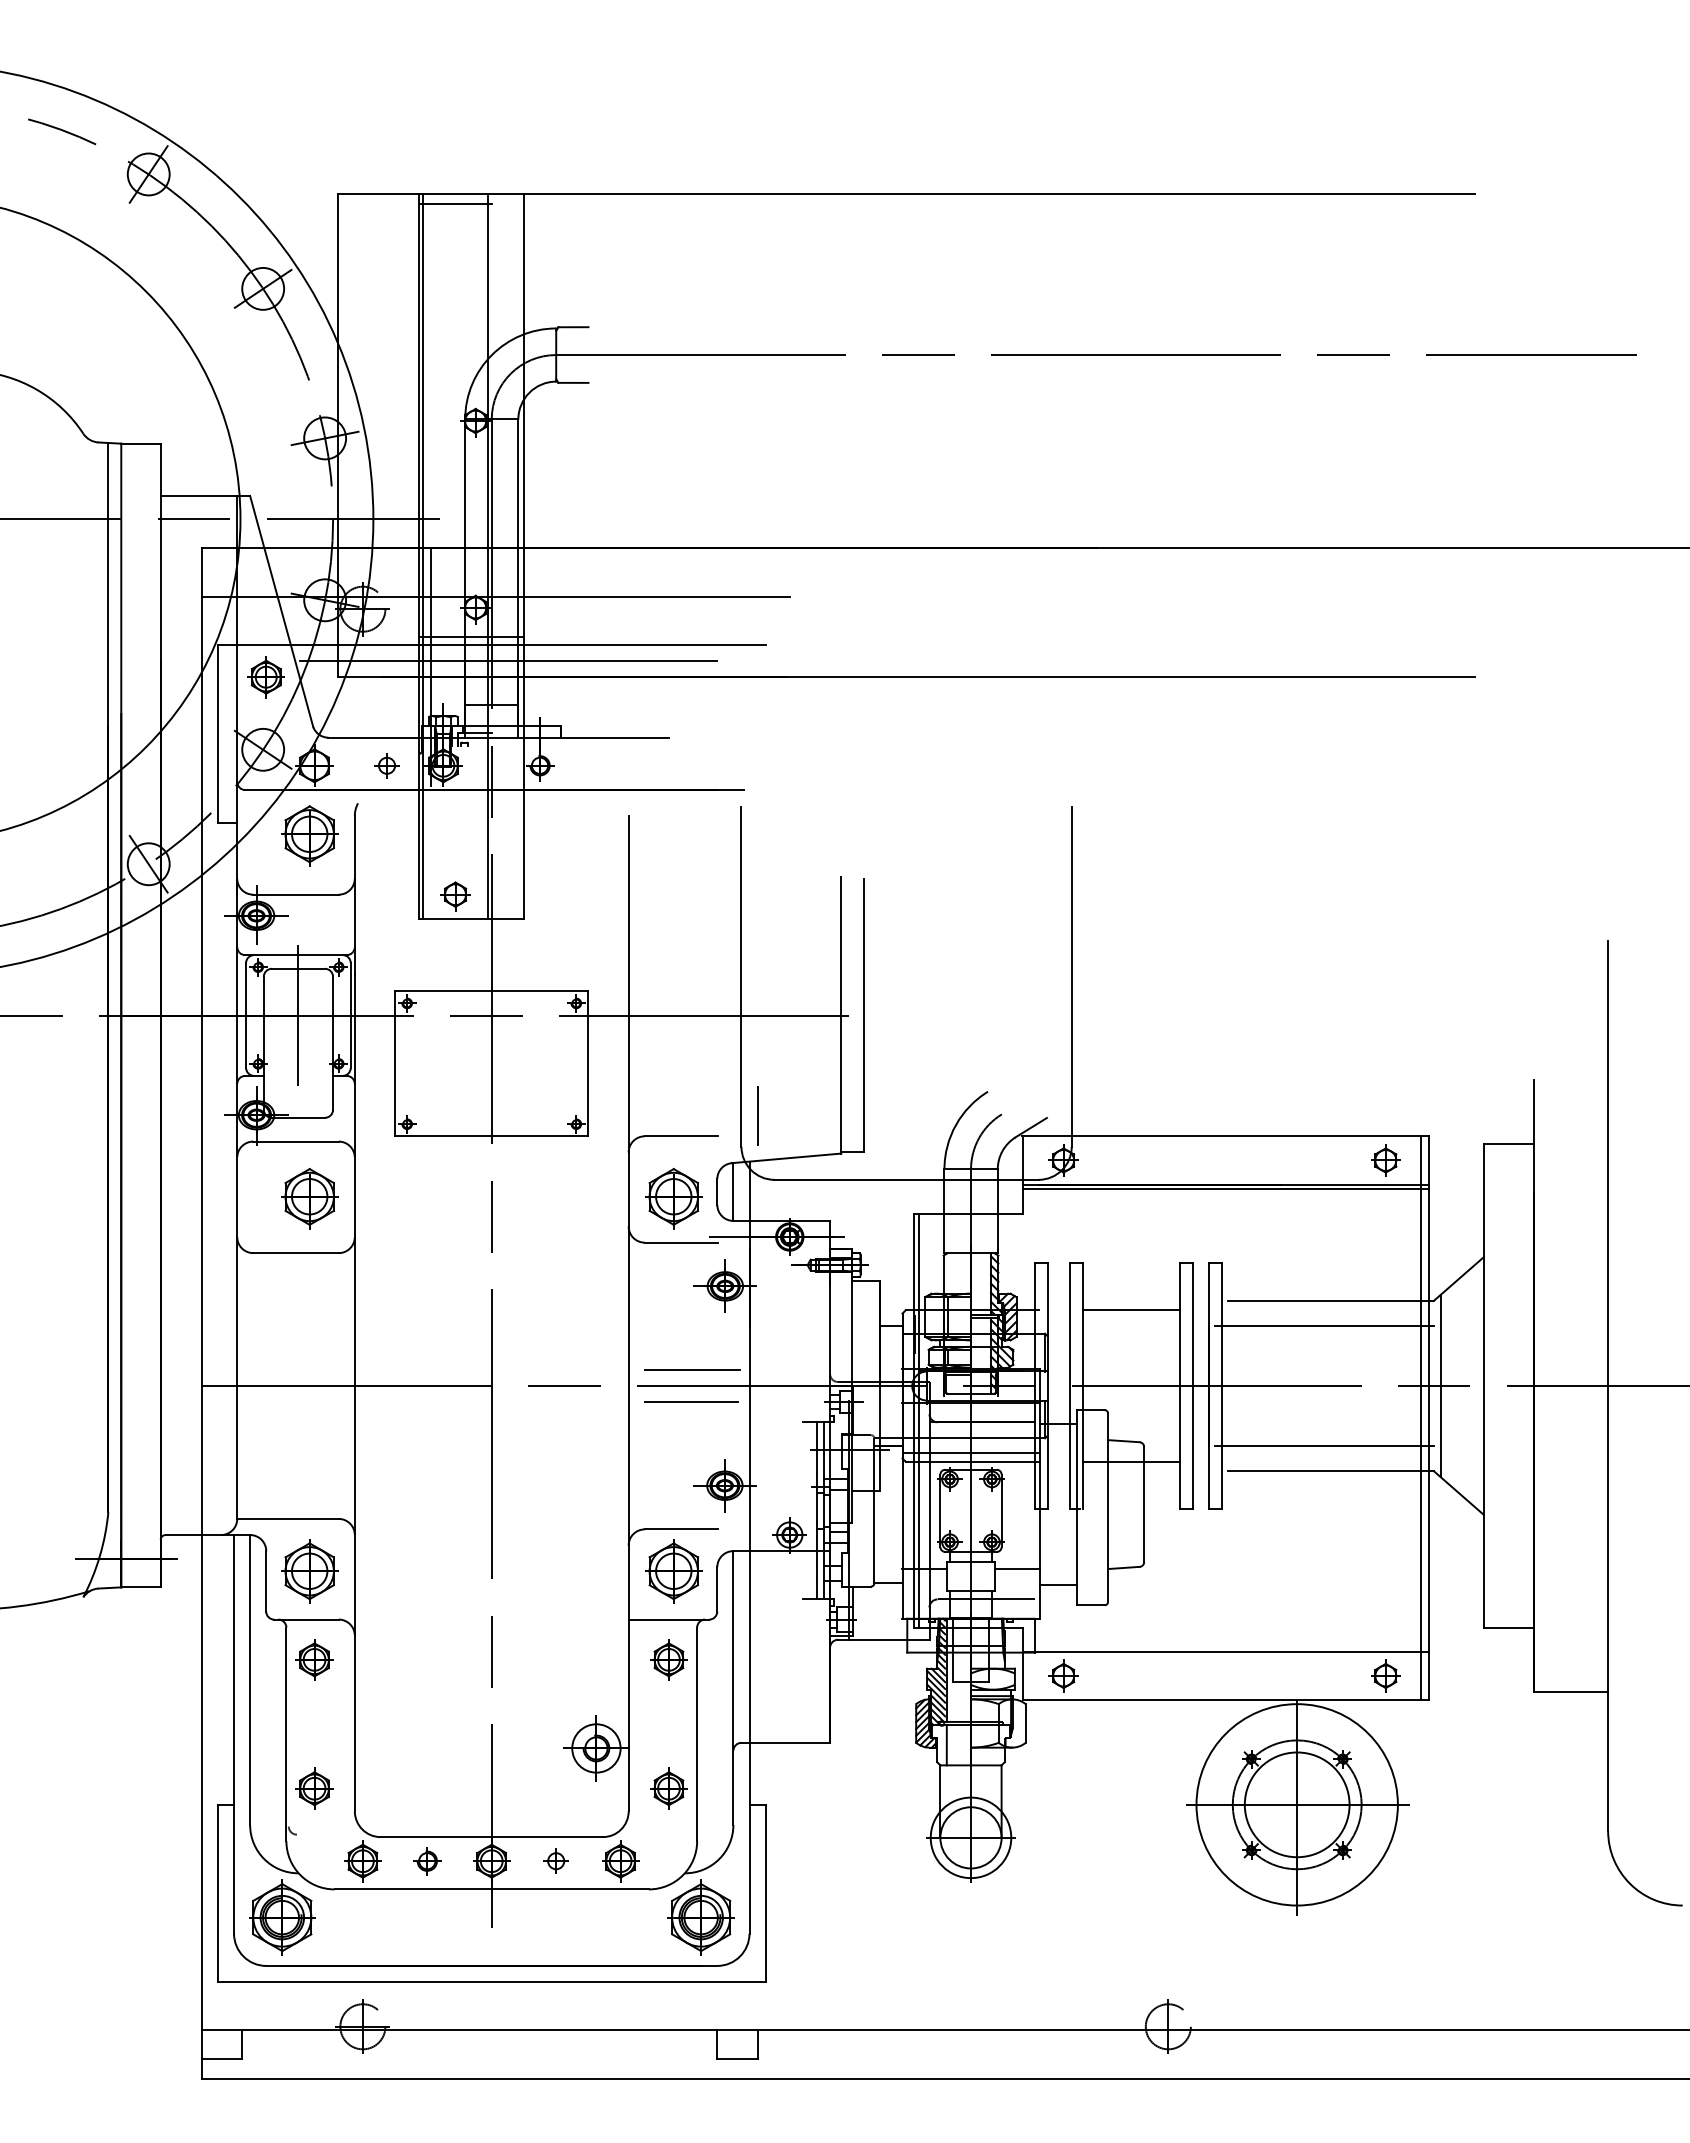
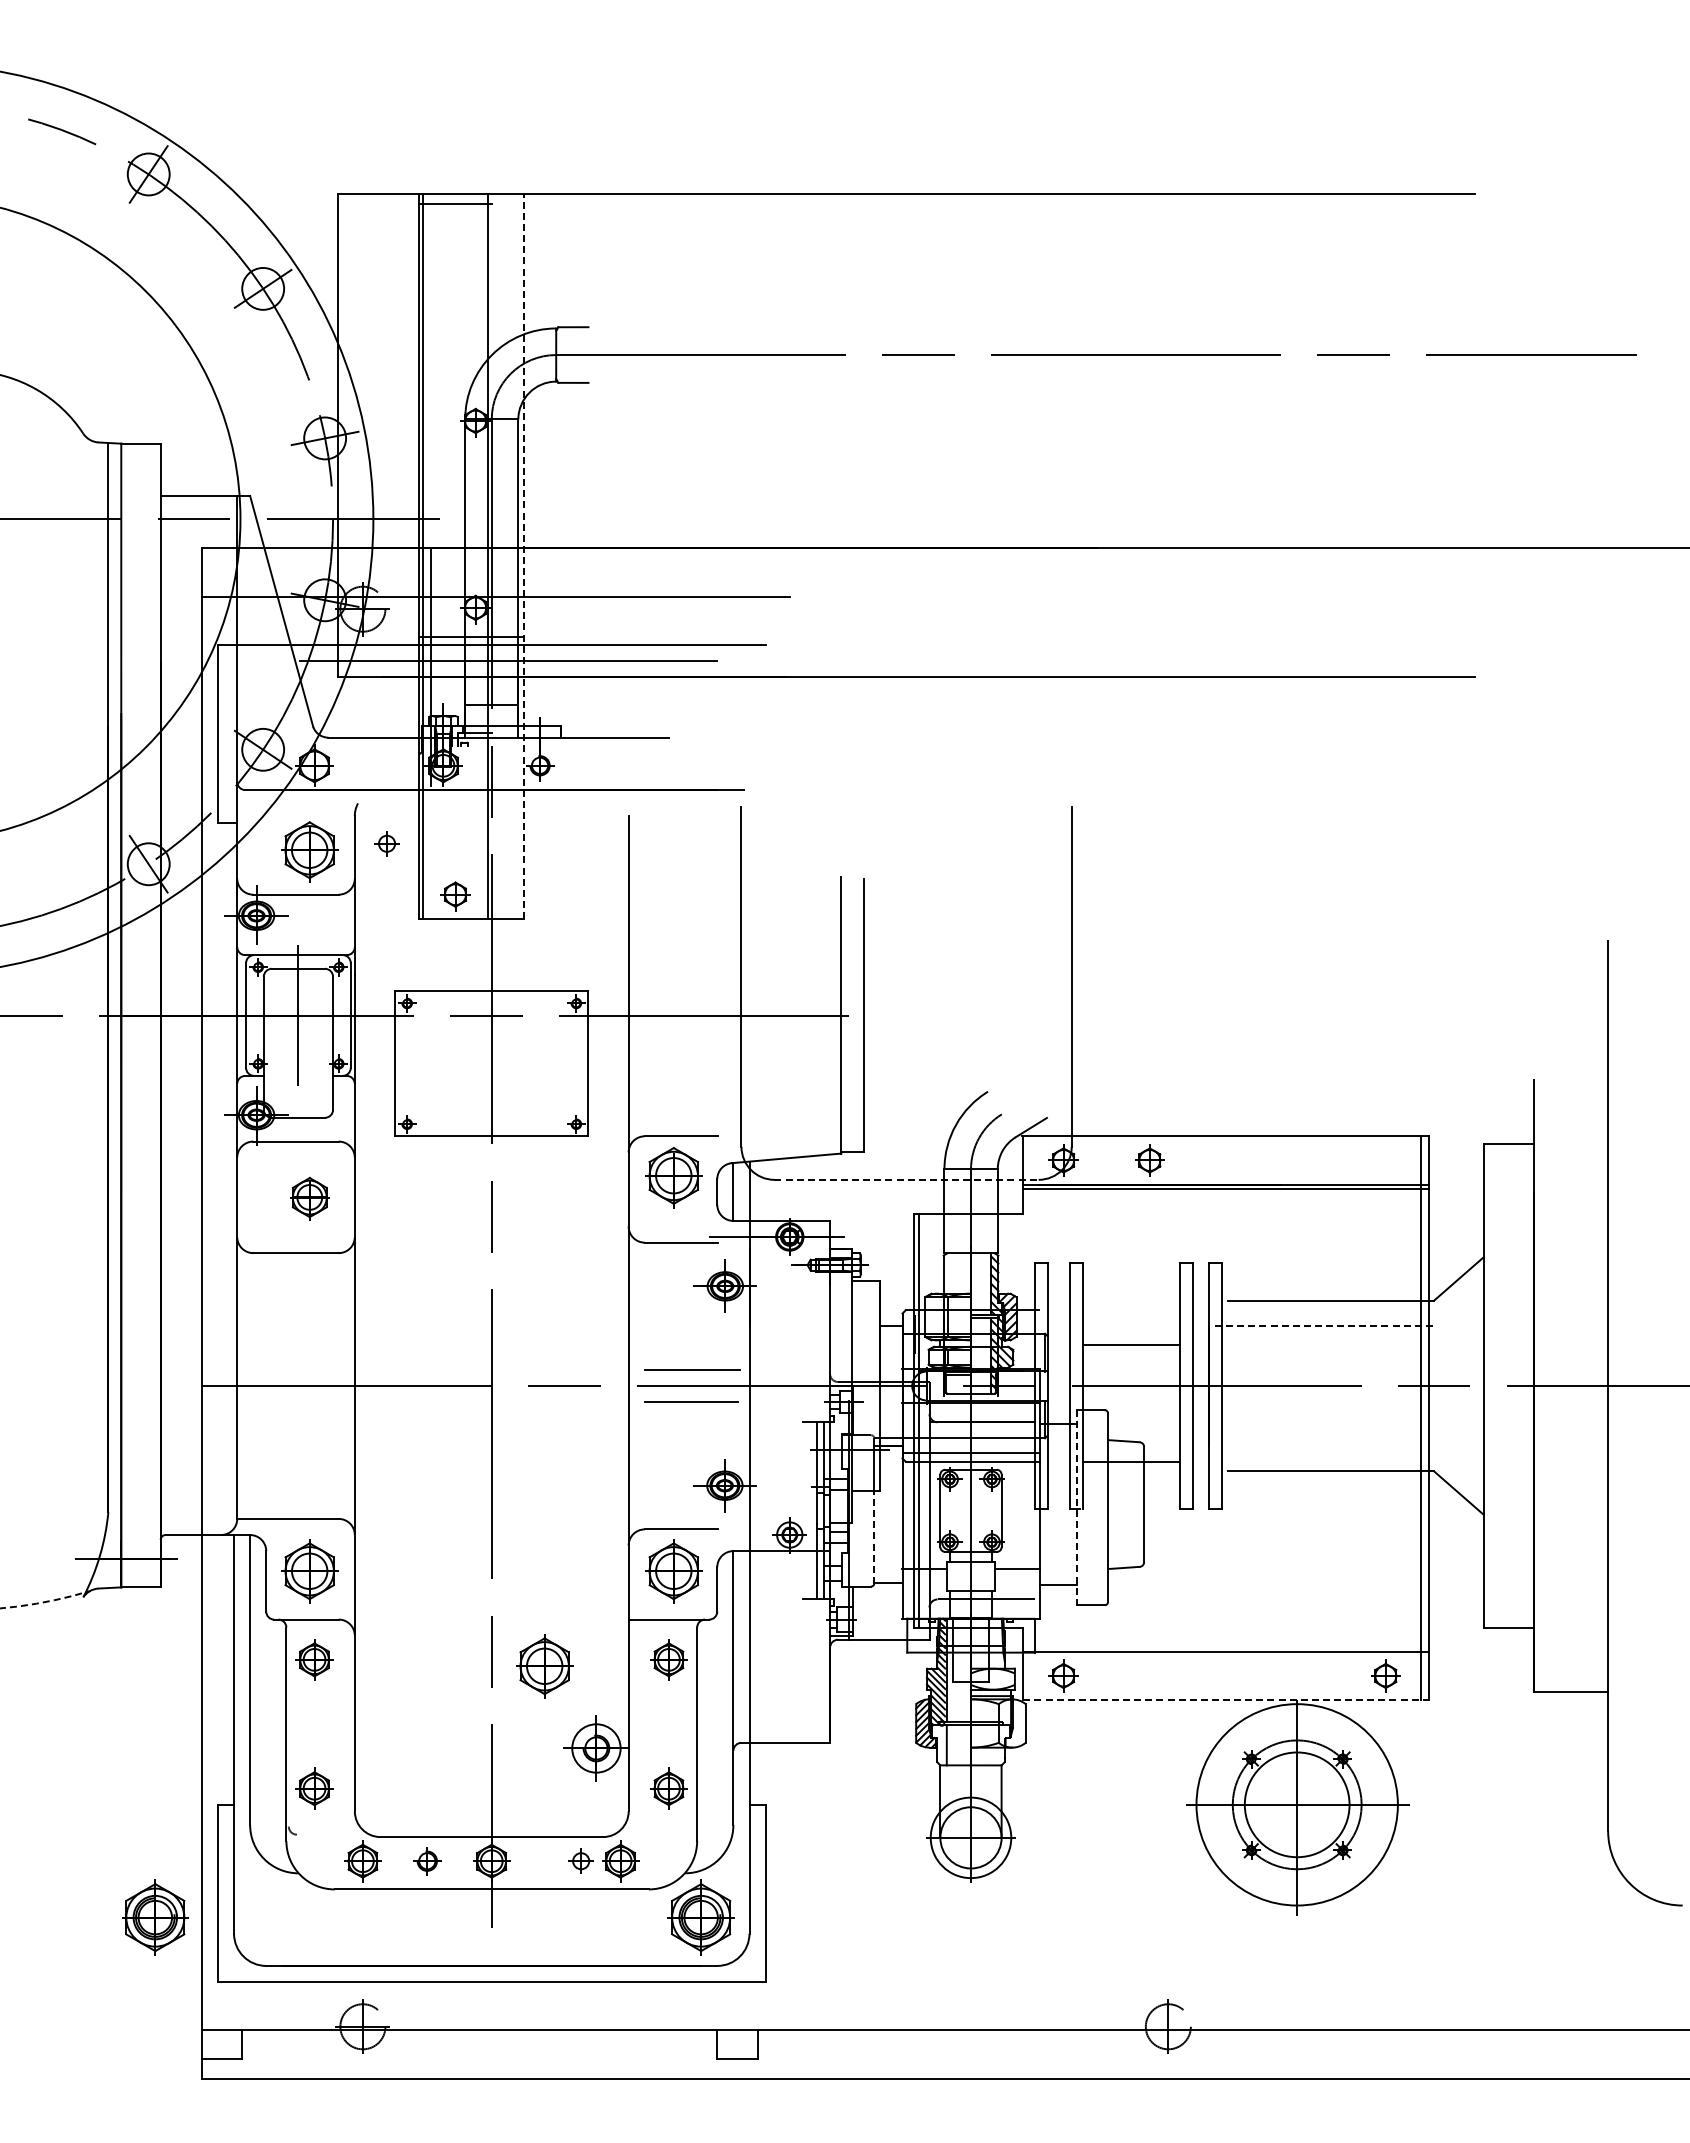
line at (523, 555): solid -> dashed
part at (265, 677): present -> none
part at (386, 765) position: (386, 765) -> (386, 843)
part at (309, 835) position: (309, 835) -> (309, 851)
line at (757, 1115): present -> none
part at (1385, 1160) position: (1385, 1160) -> (1149, 1160)
line at (907, 1179): solid -> dashed
part at (309, 1198) size: 58x62 px -> 40x44 px
part at (673, 1198) position: (673, 1198) -> (673, 1177)
line at (1131, 1310) position: (1131, 1310) -> (1131, 1345)
line at (1324, 1325): solid -> dashed
line at (1440, 1385): present -> none
line at (1324, 1446): present -> none
line at (1076, 1507): solid -> dashed
line at (874, 1535): solid -> dashed
arc at (44, 1602): solid -> dashed
part at (544, 1666): none -> present
line at (1226, 1700): solid -> dashed
part at (555, 1860) position: (555, 1860) -> (580, 1860)
part at (282, 1917) position: (282, 1917) -> (155, 1917)
